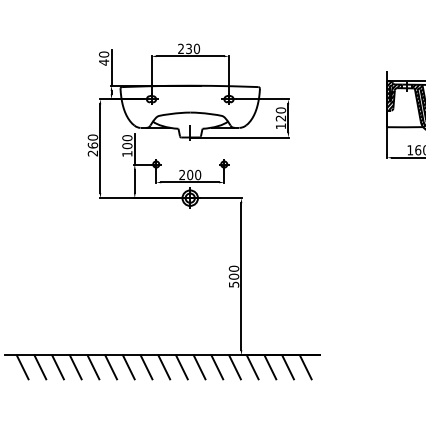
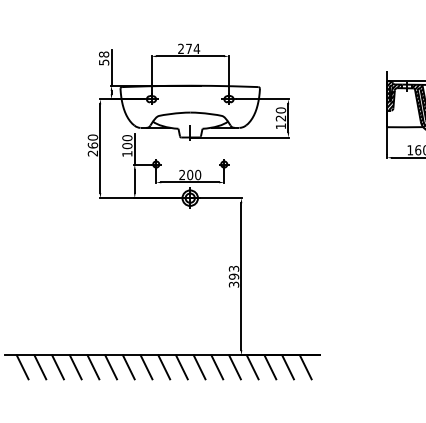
text at (193, 48): 230 -> 274
text at (104, 58): 40 -> 58
text at (233, 276): 500 -> 393
